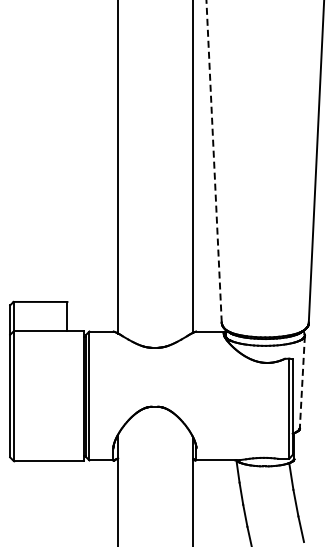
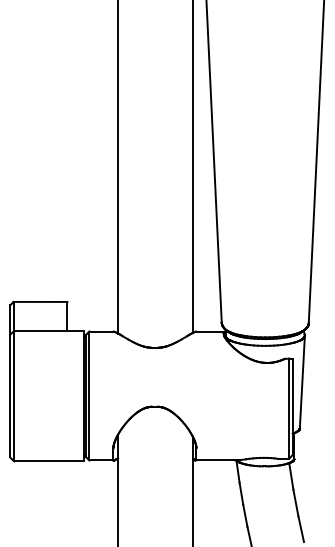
line at (214, 160): dashed -> solid
line at (302, 382): dashed -> solid
